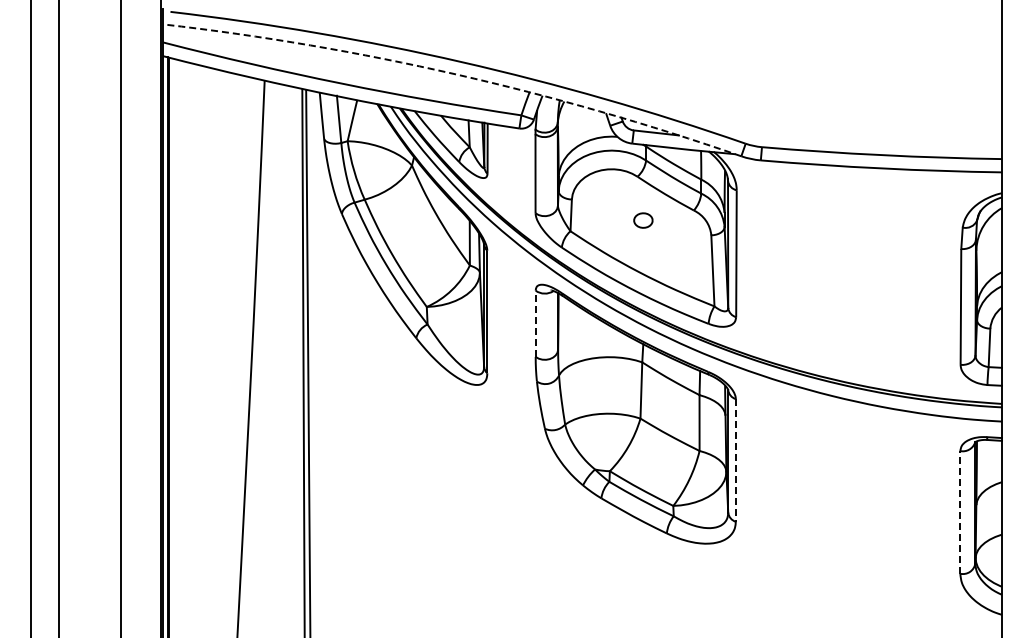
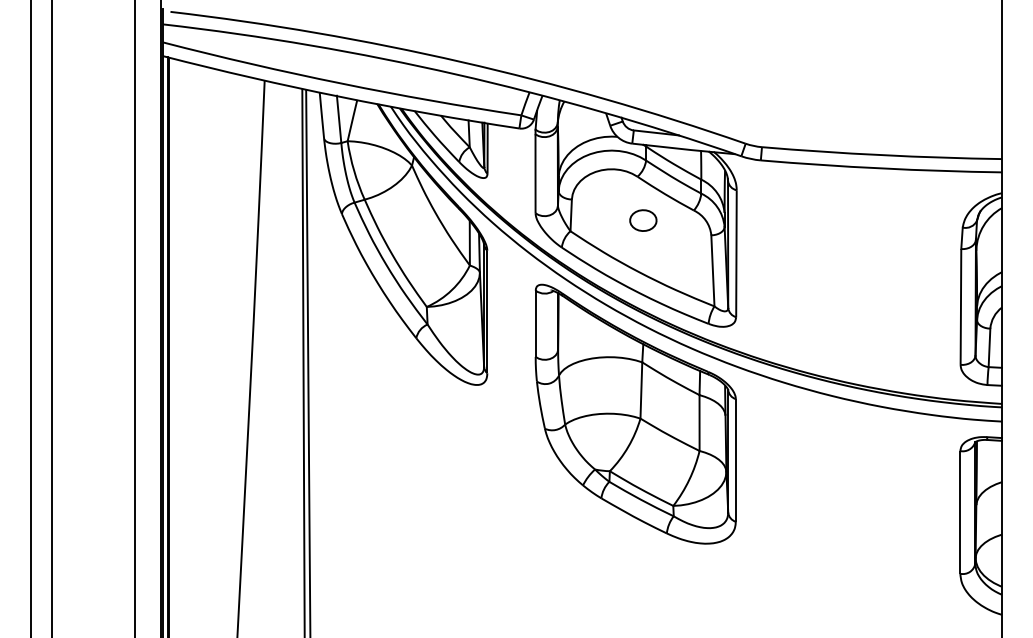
arc at (455, 74): dashed -> solid
part at (643, 220) size: 21x17 px -> 29x23 px
line at (59, 318) position: (59, 318) -> (52, 318)
line at (120, 318) position: (120, 318) -> (134, 318)
line at (535, 323): dashed -> solid
line at (735, 460): dashed -> solid
line at (960, 512): dashed -> solid
